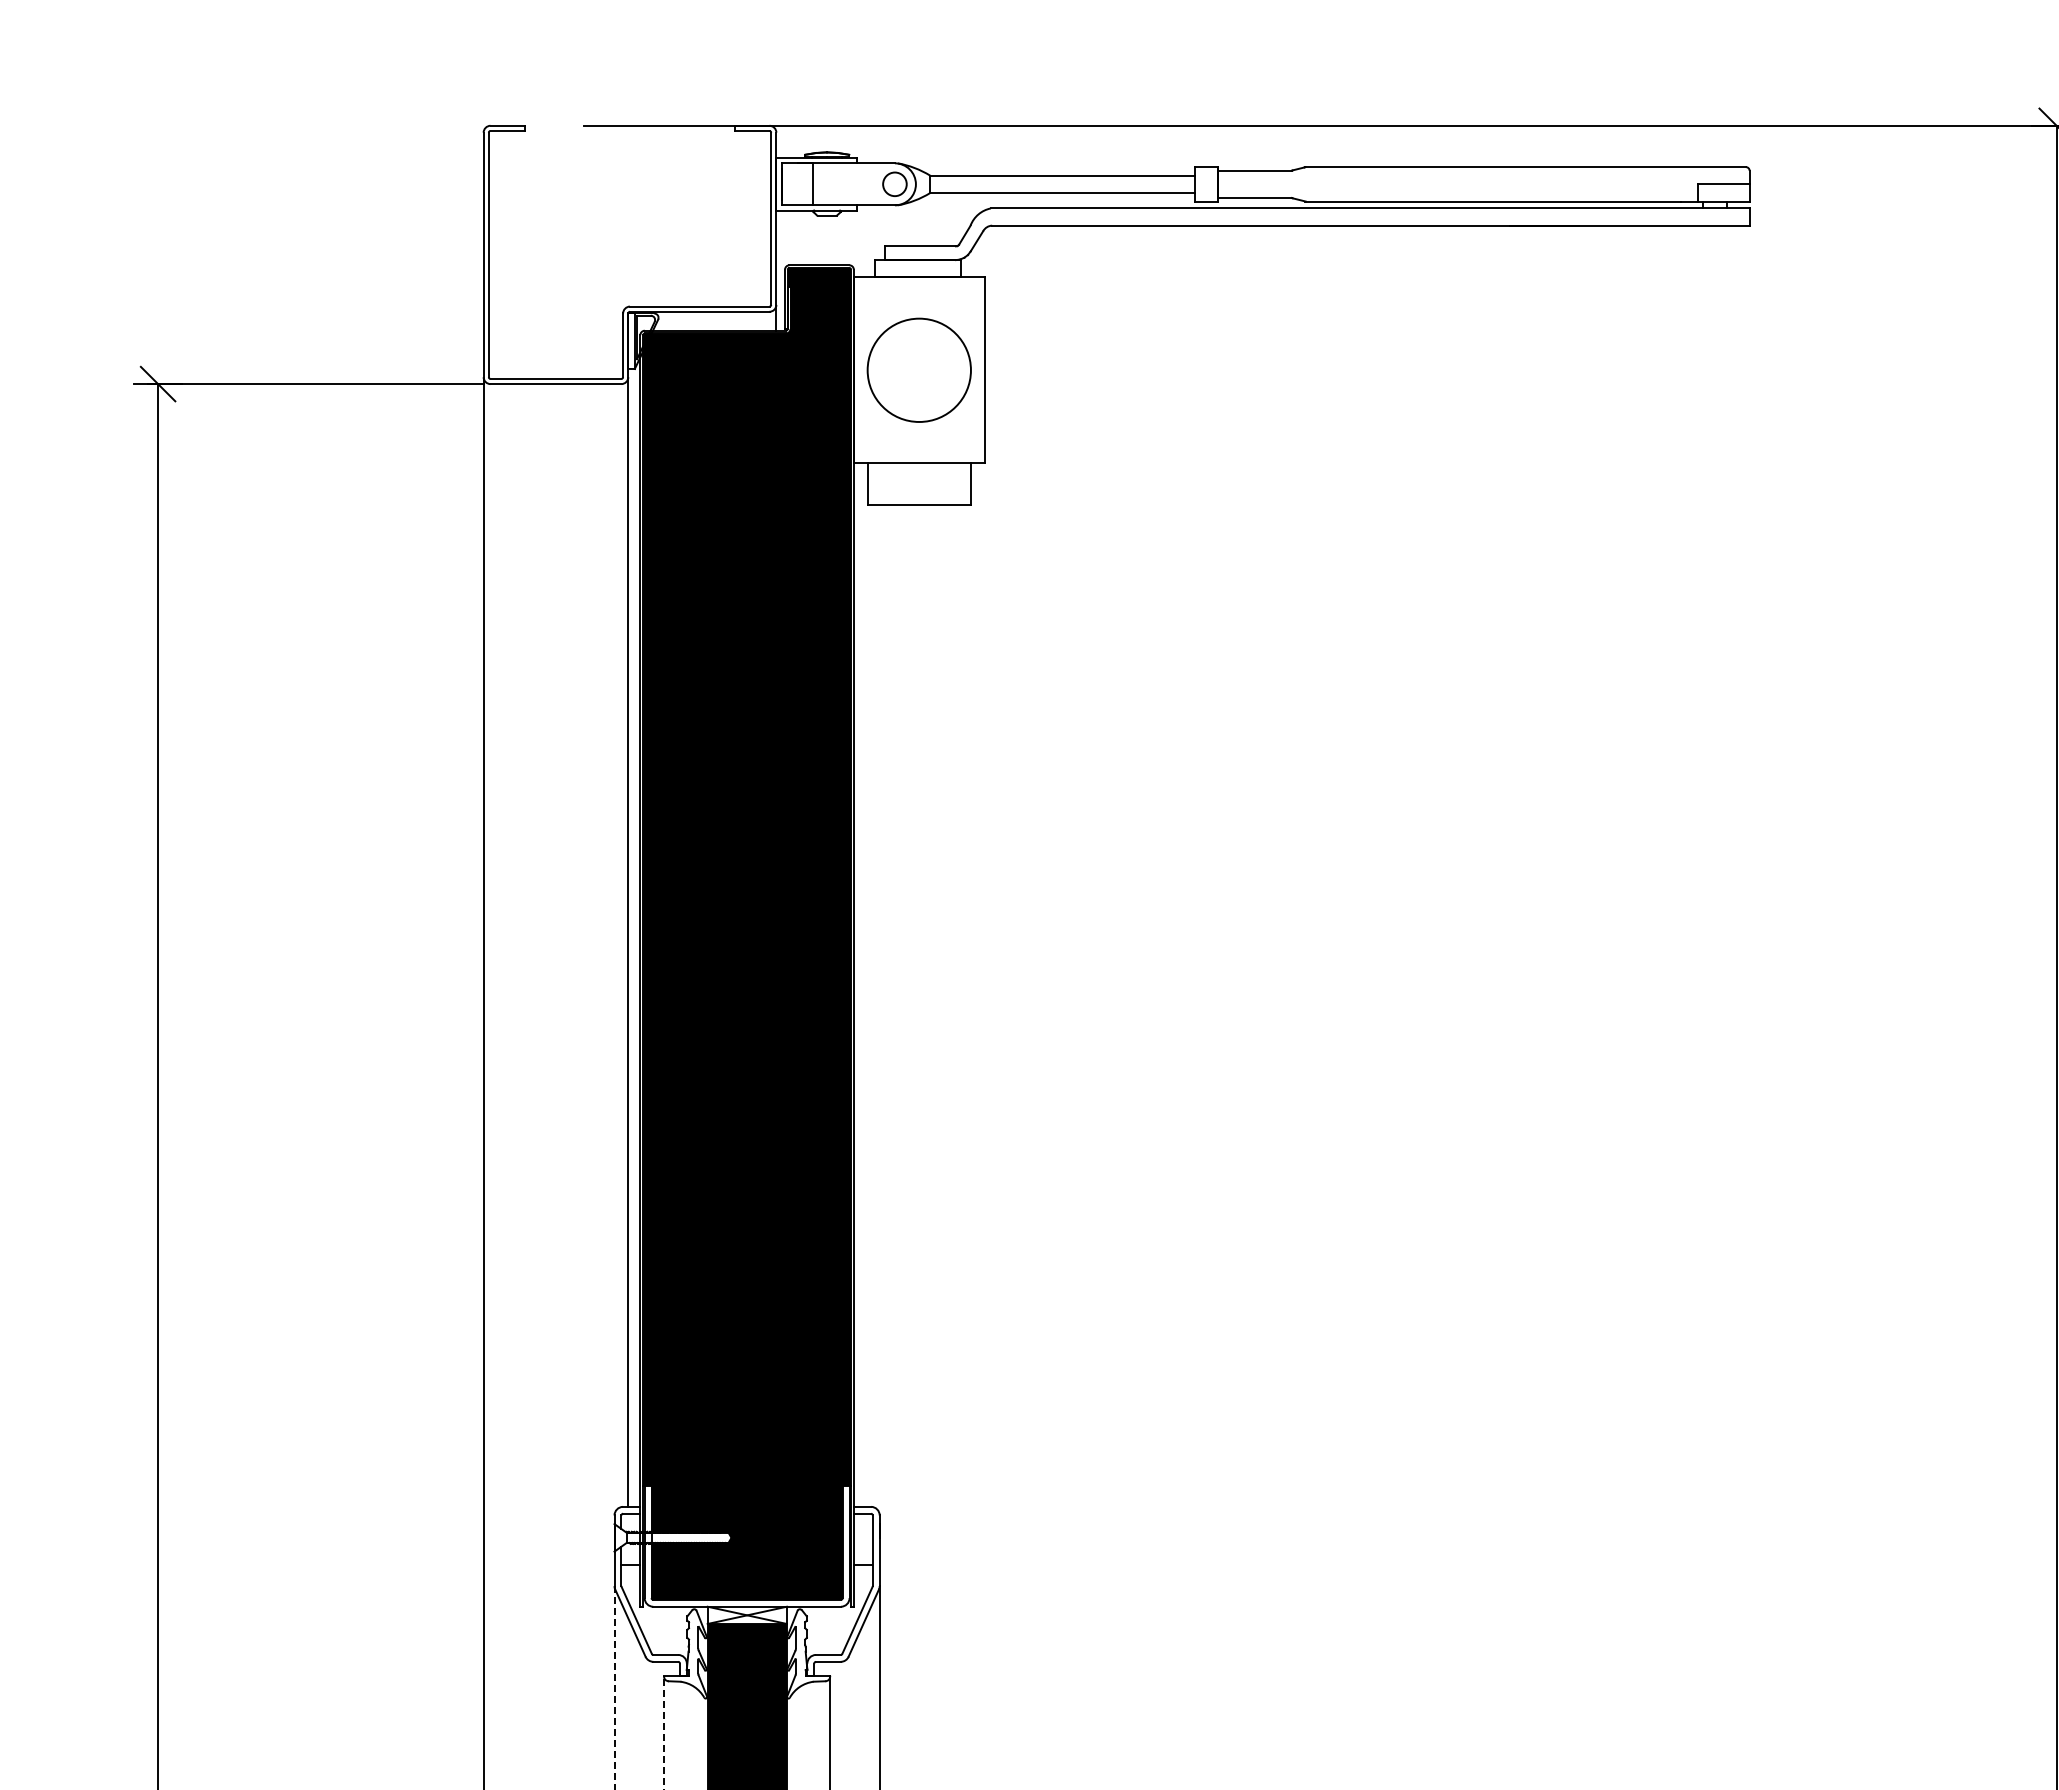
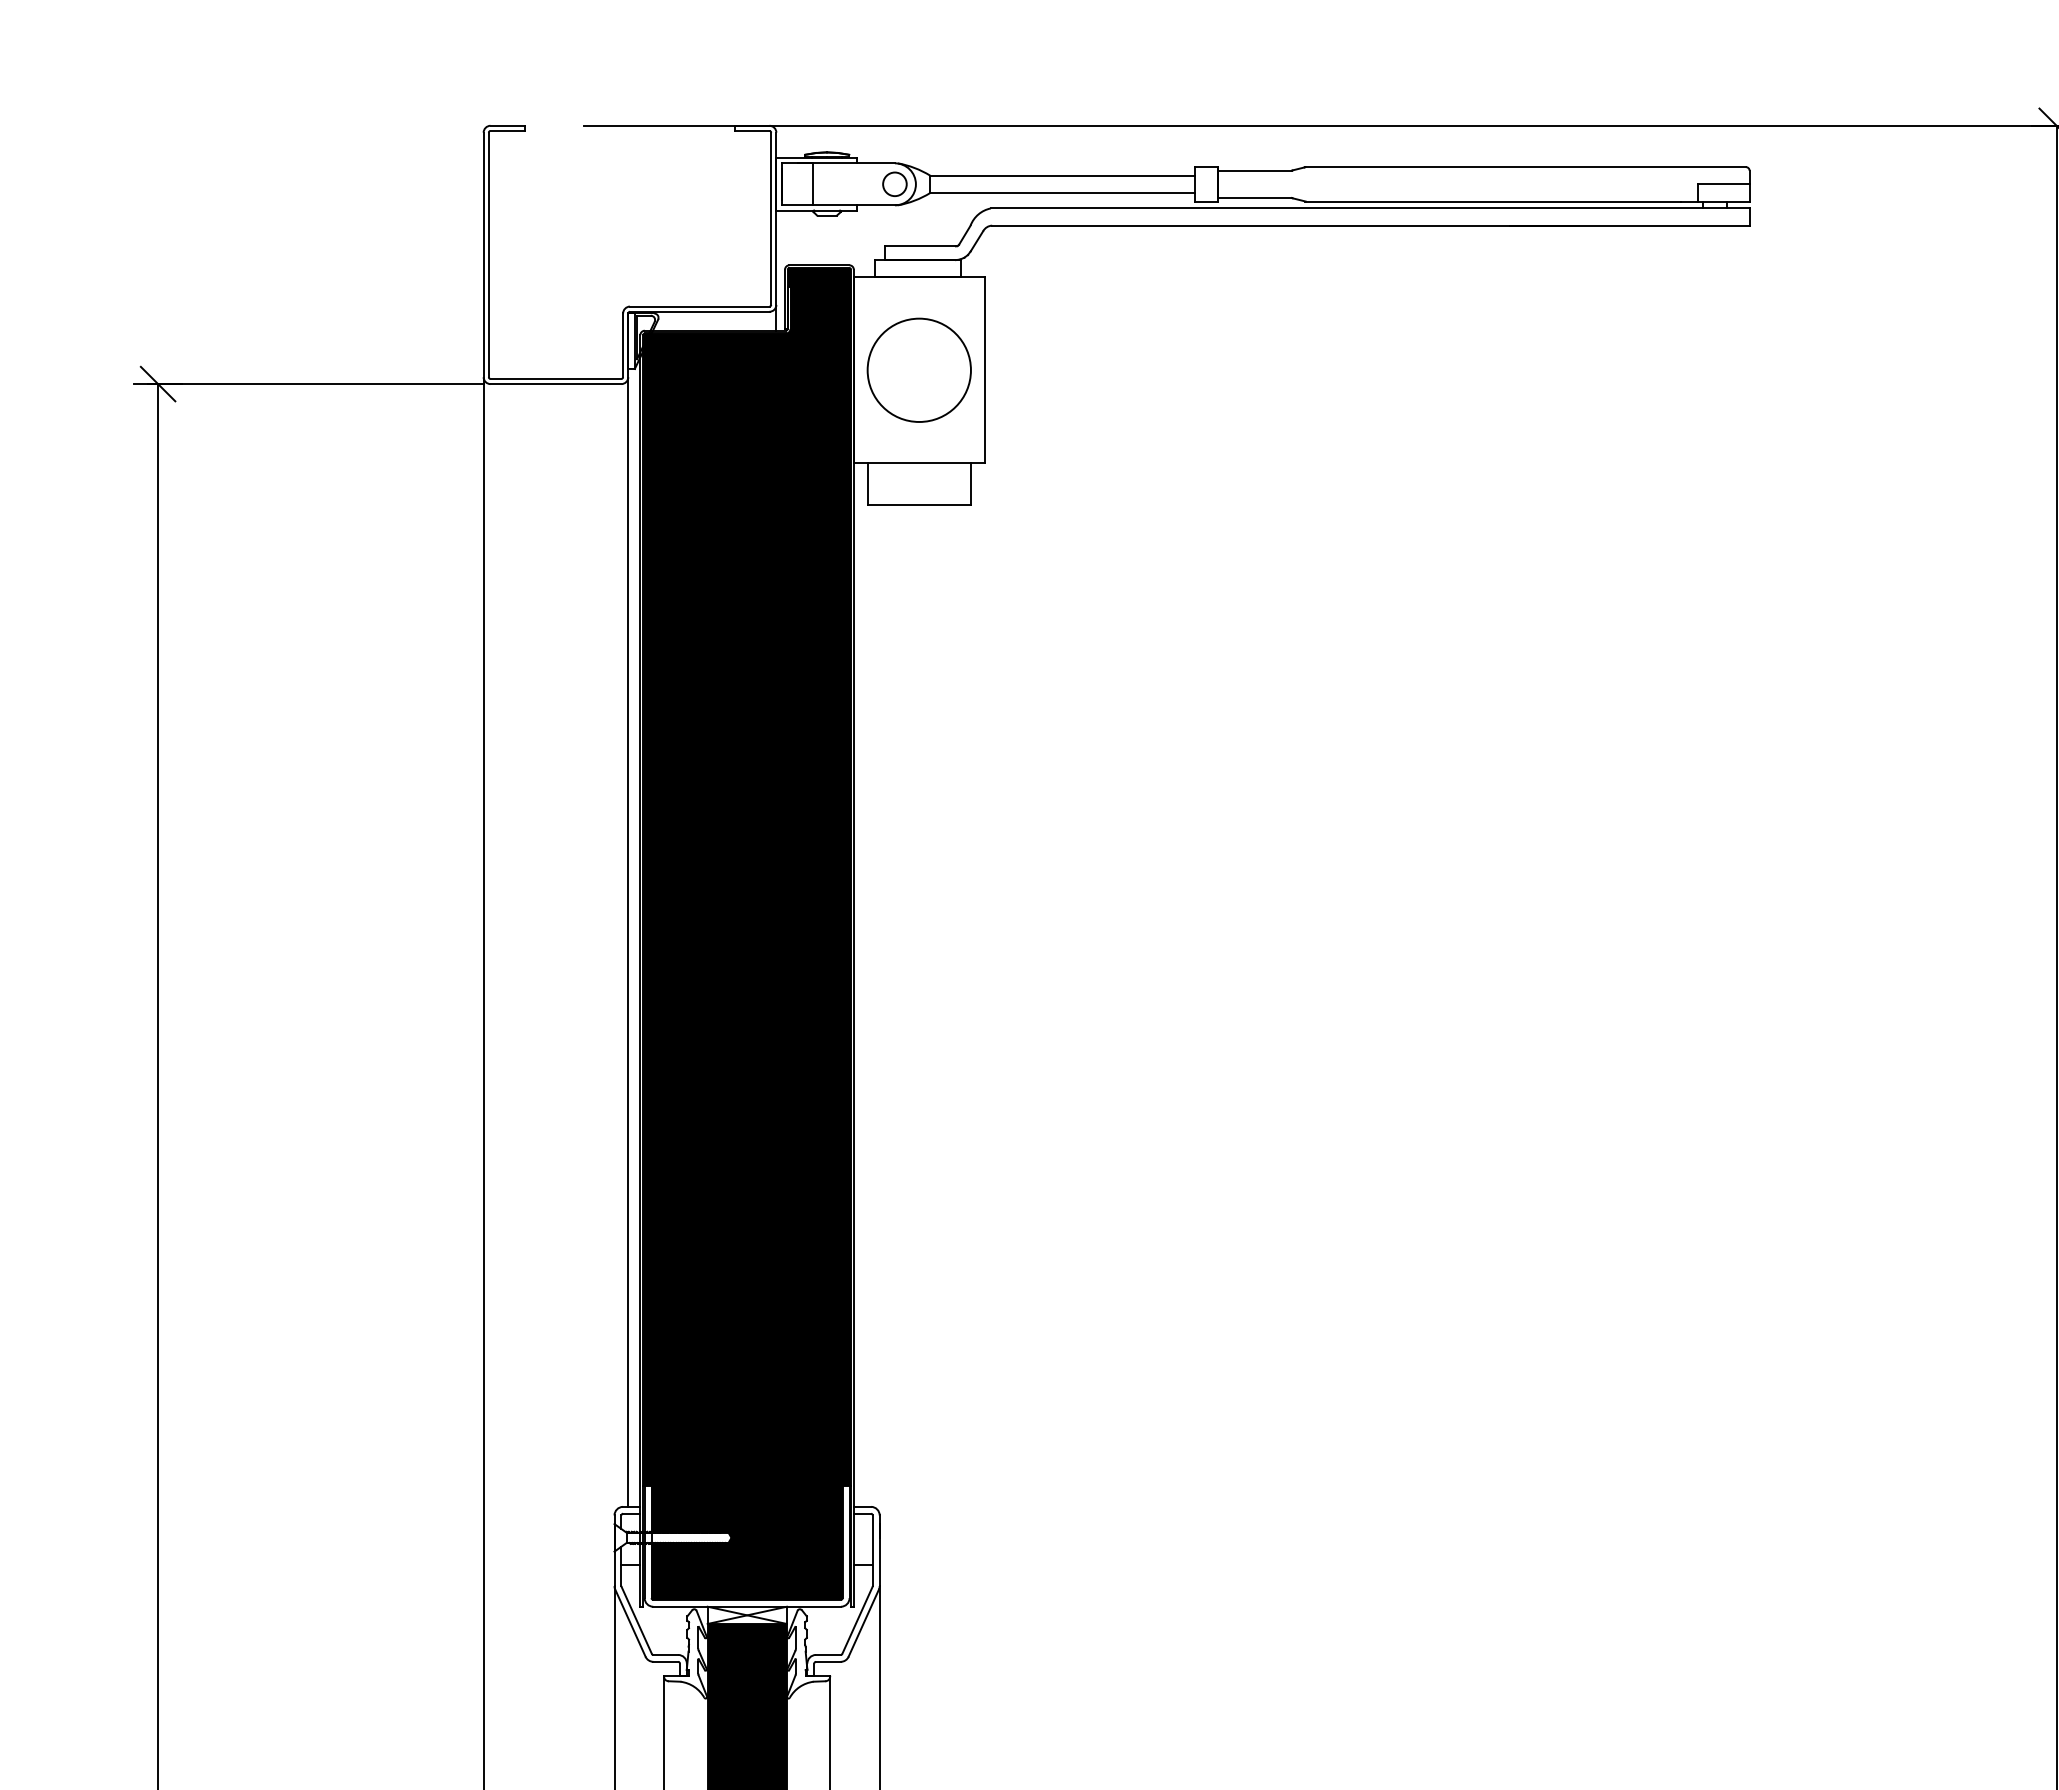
line at (614, 1688): dashed -> solid
line at (664, 1732): dashed -> solid
